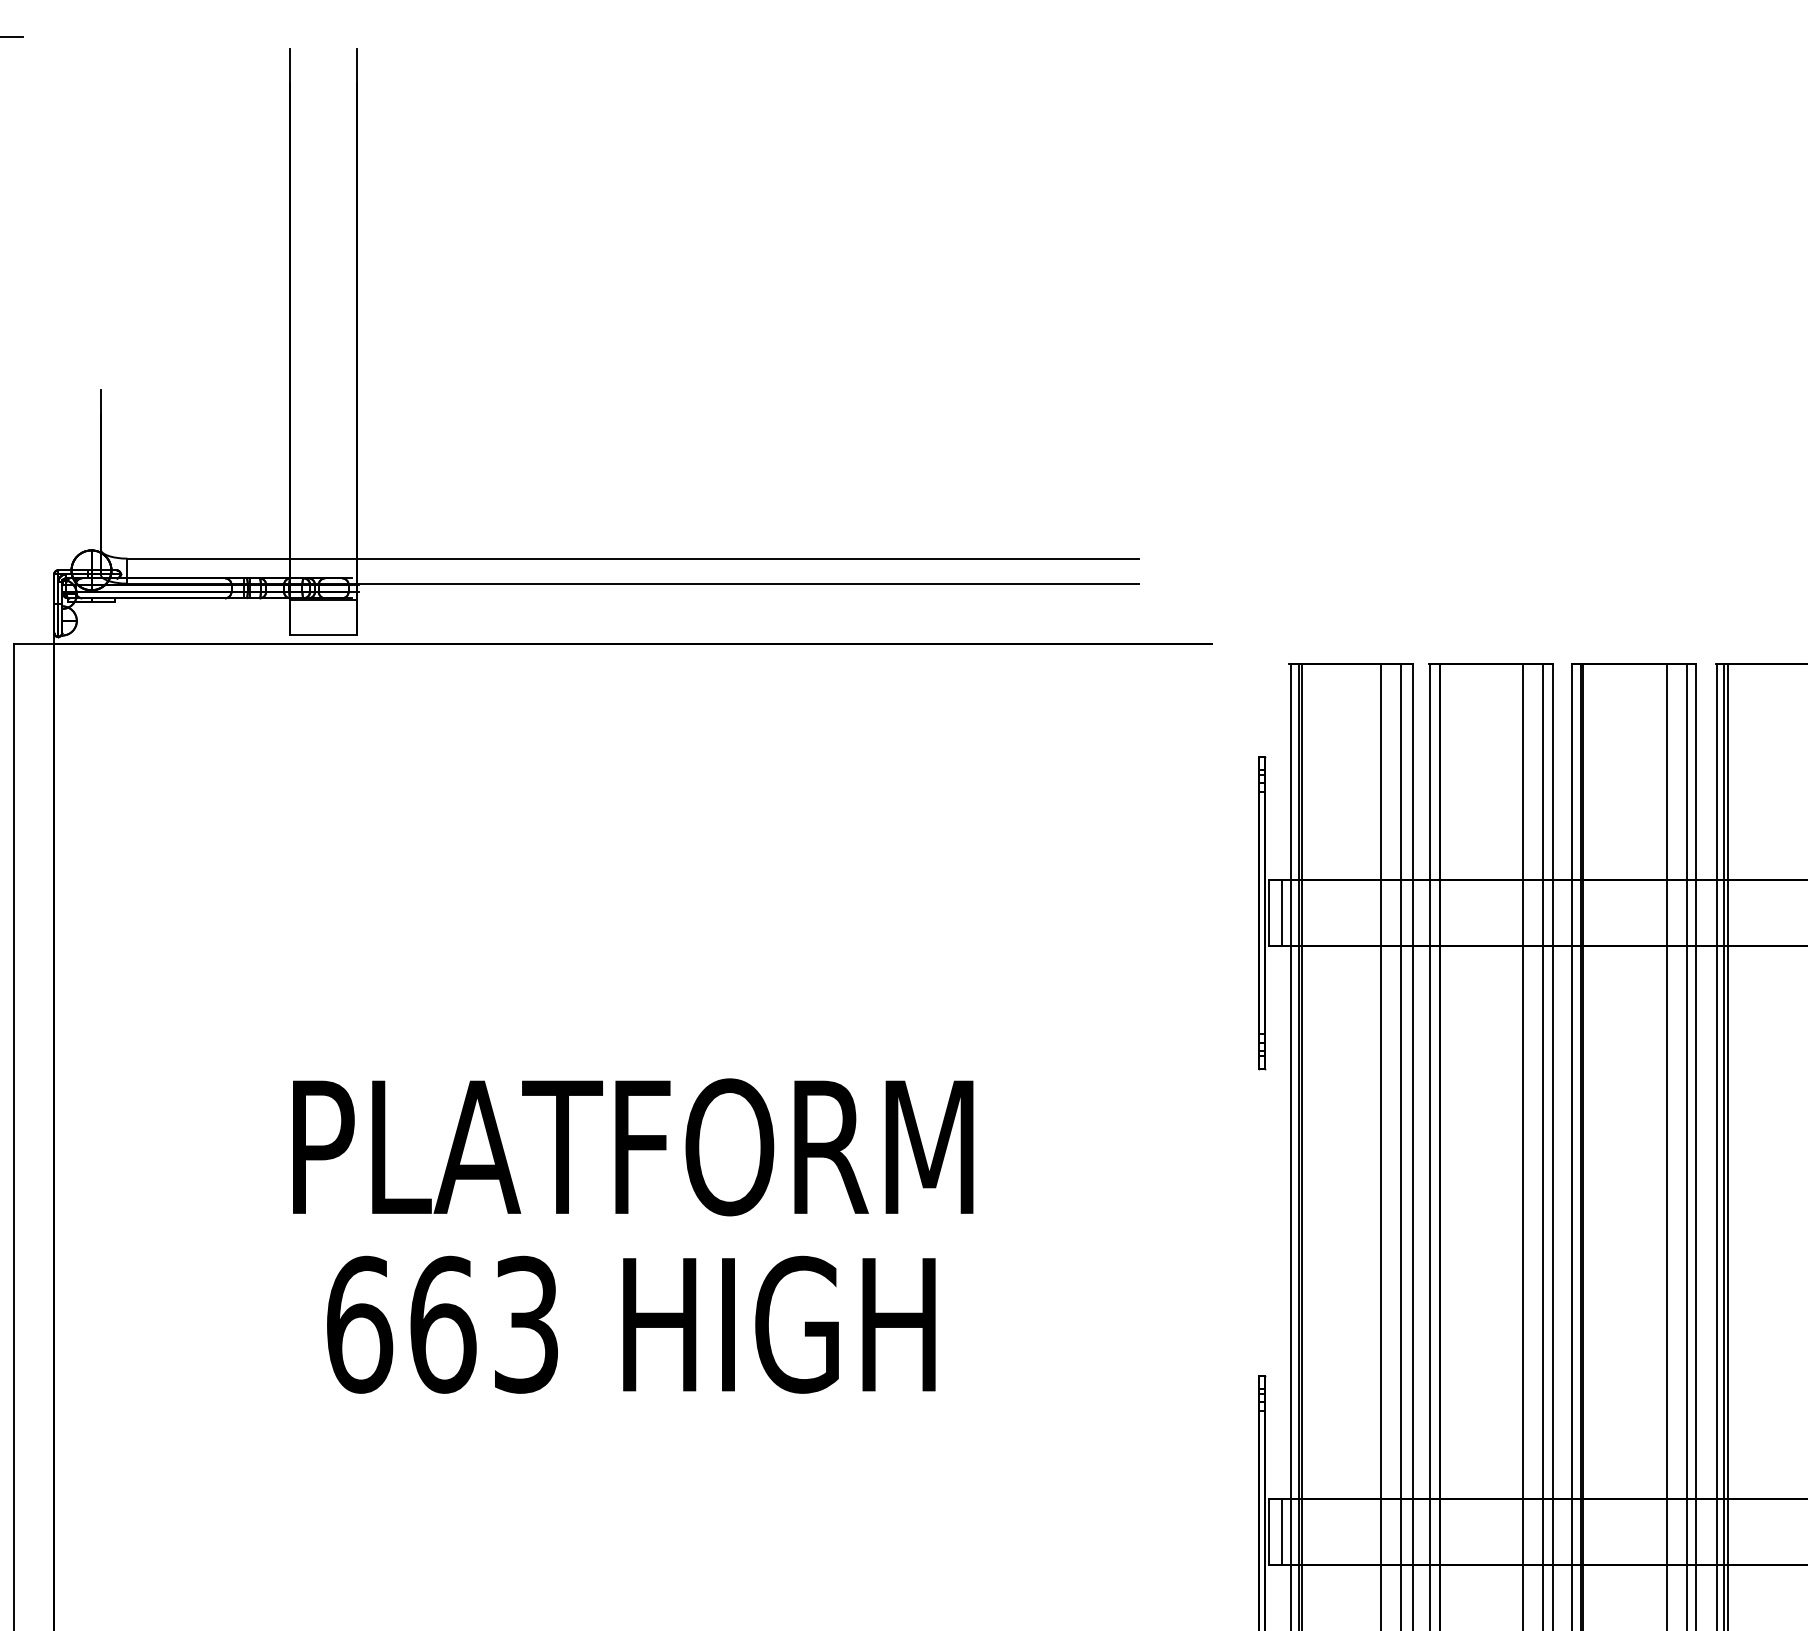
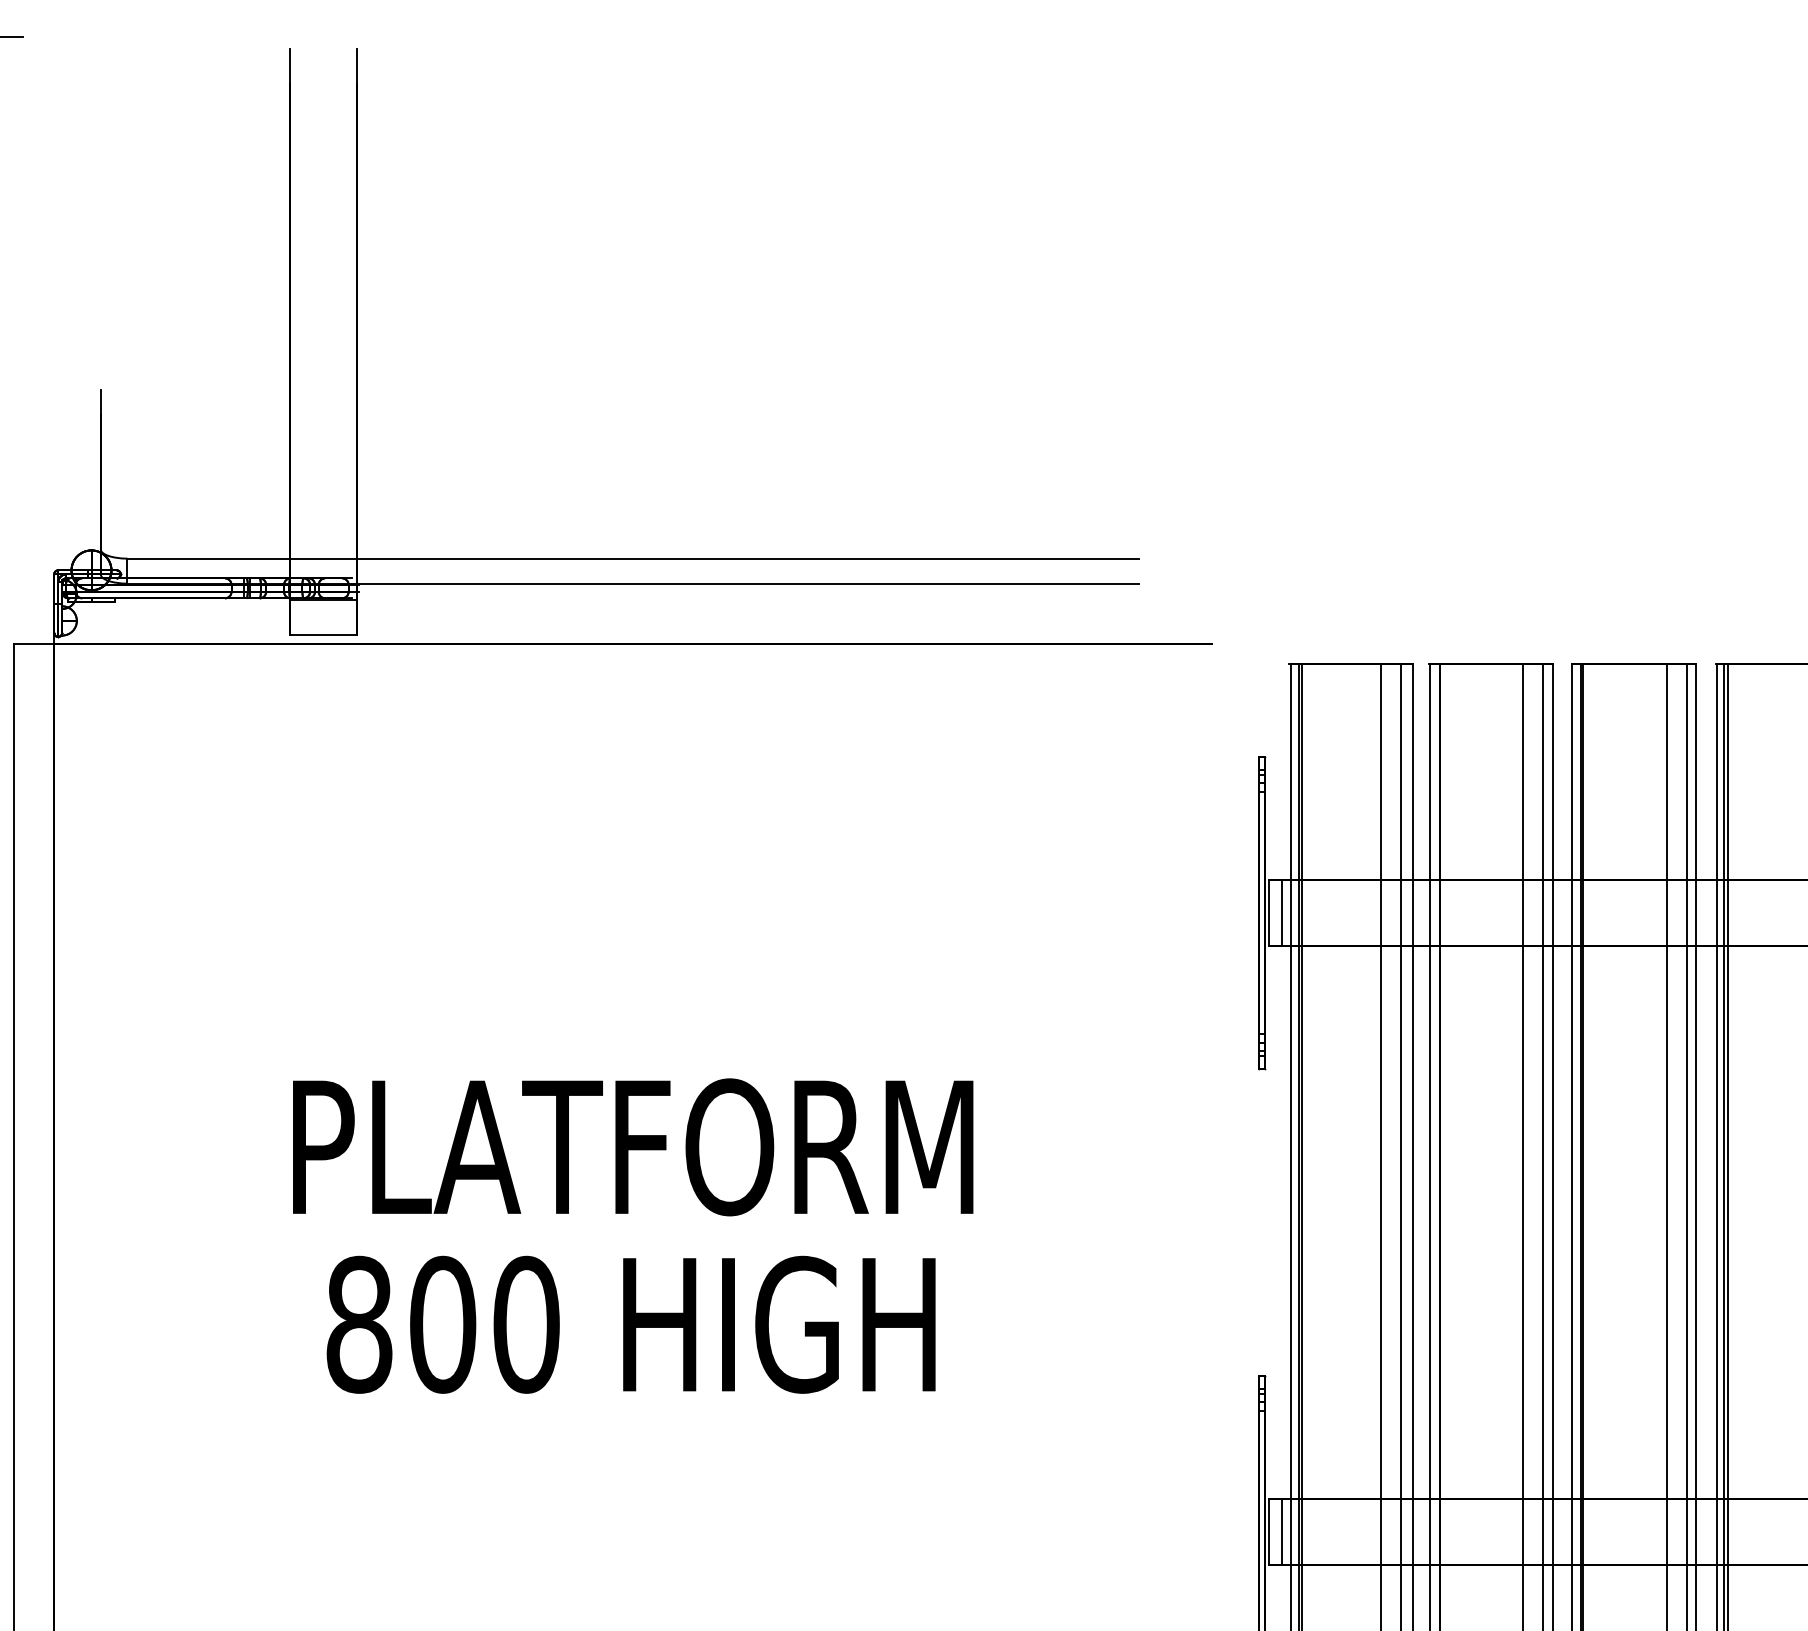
text at (442, 1324): 663 -> 800
